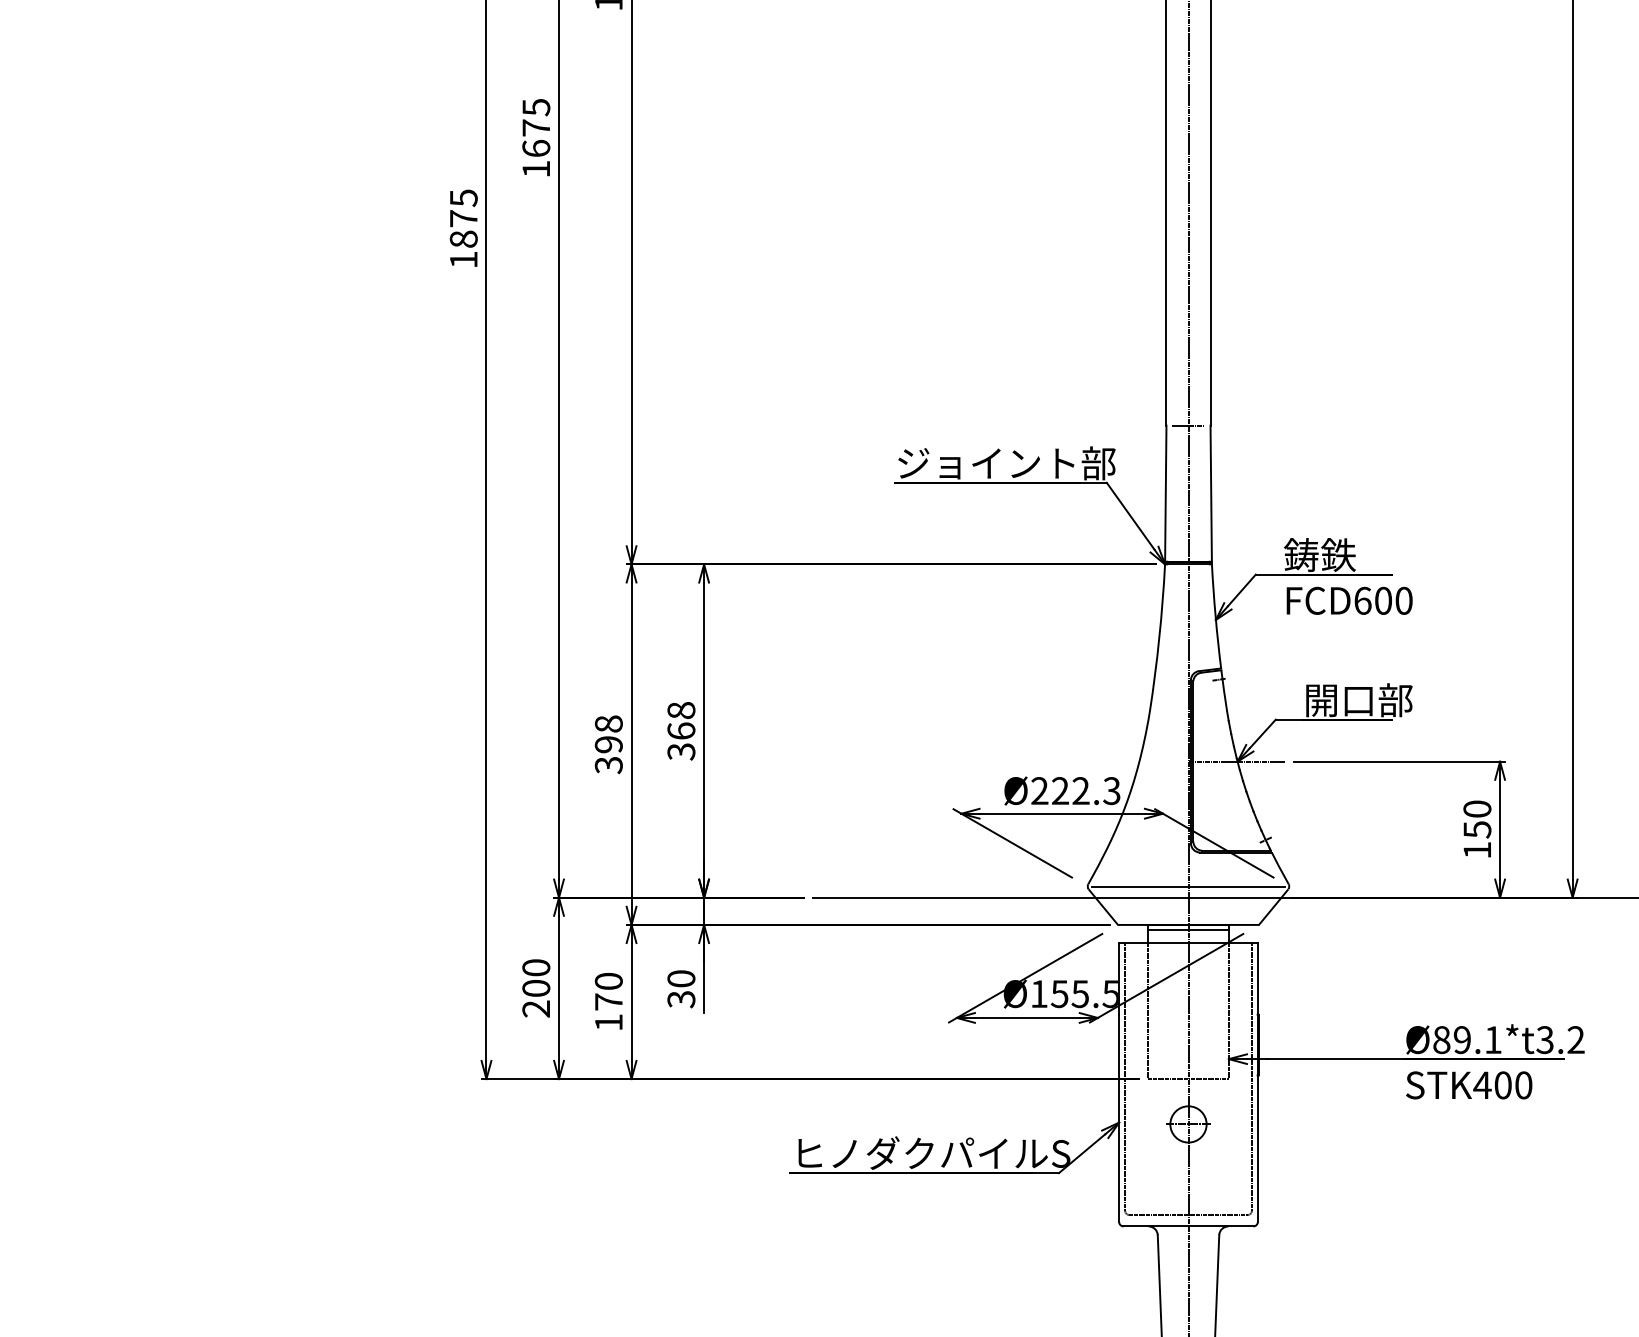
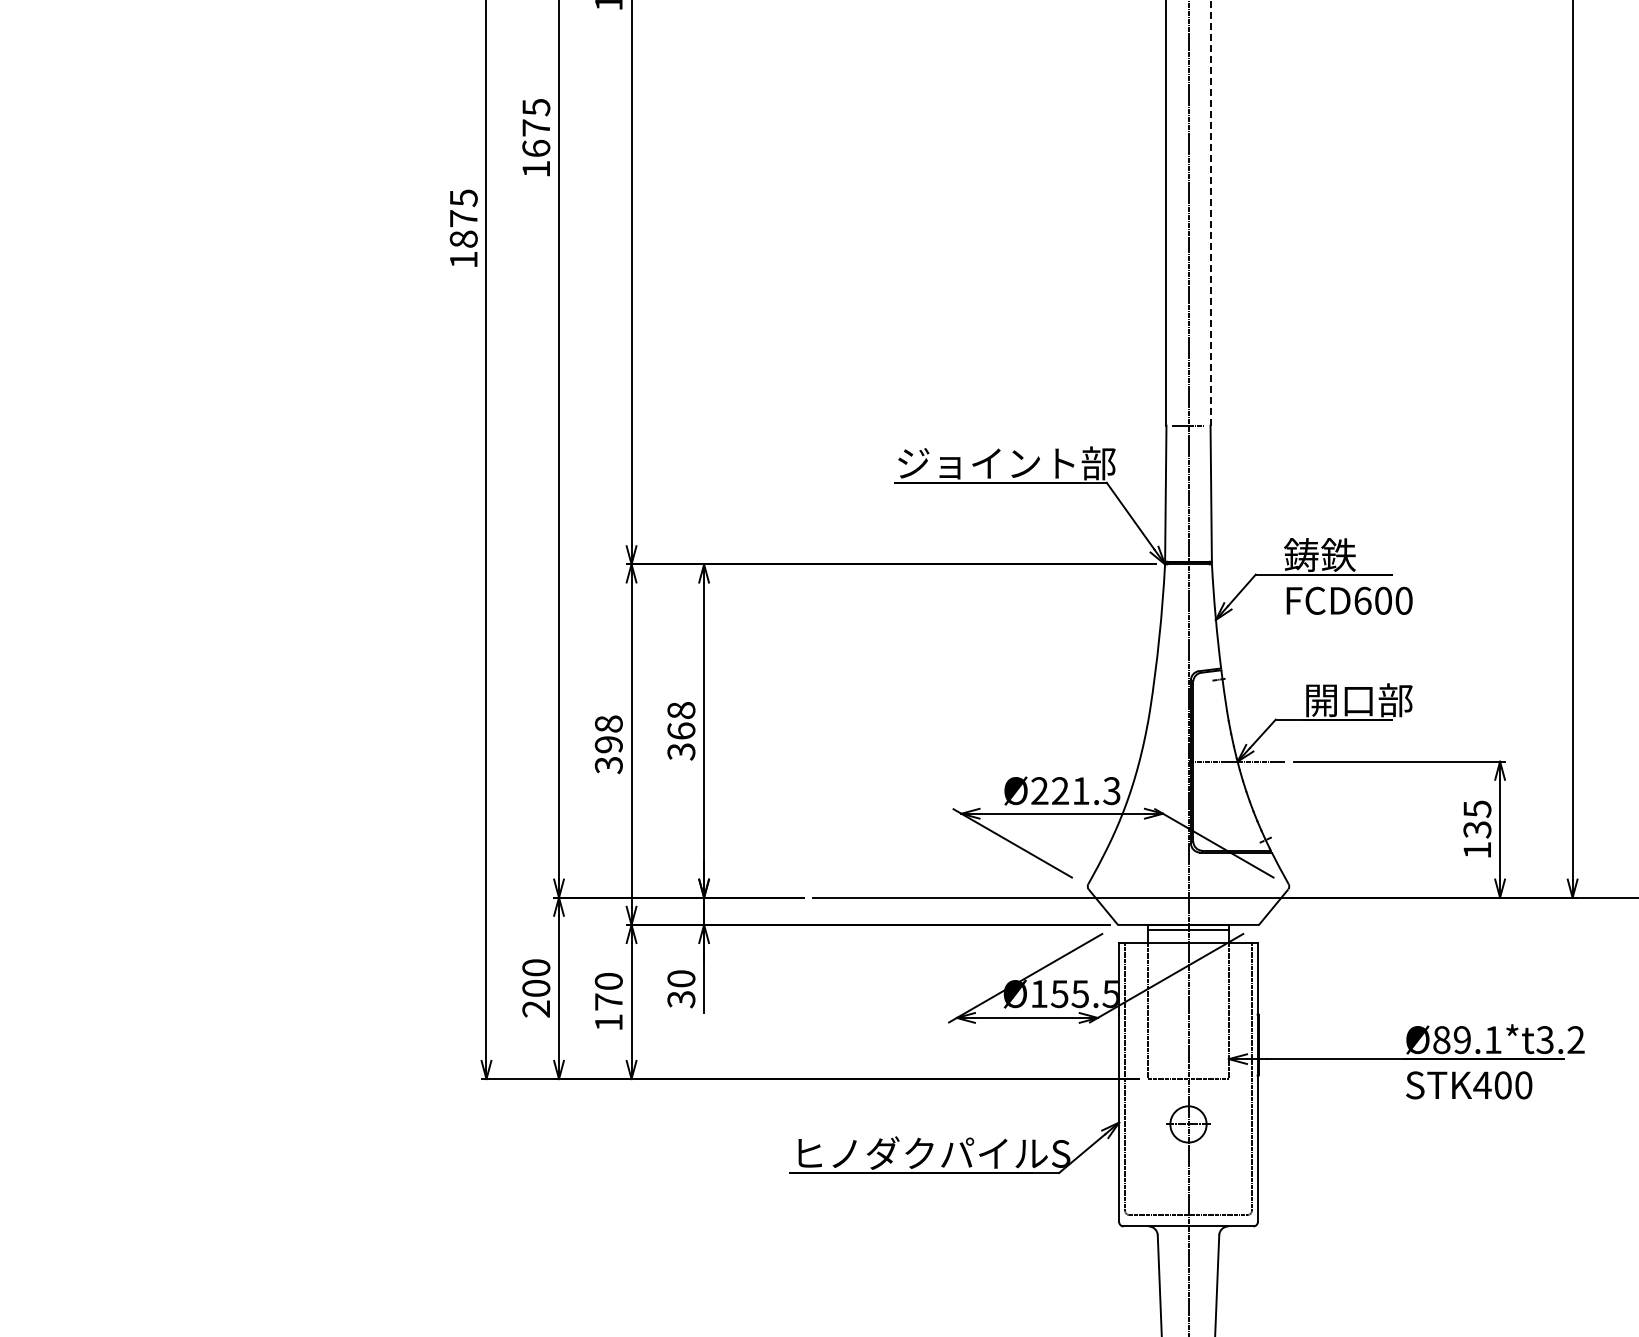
line at (1210, 212): solid -> dashed
text at (1080, 790): Ø222.3 -> Ø221.3
text at (1477, 819): 150 -> 135
line at (1188, 886): present -> none
